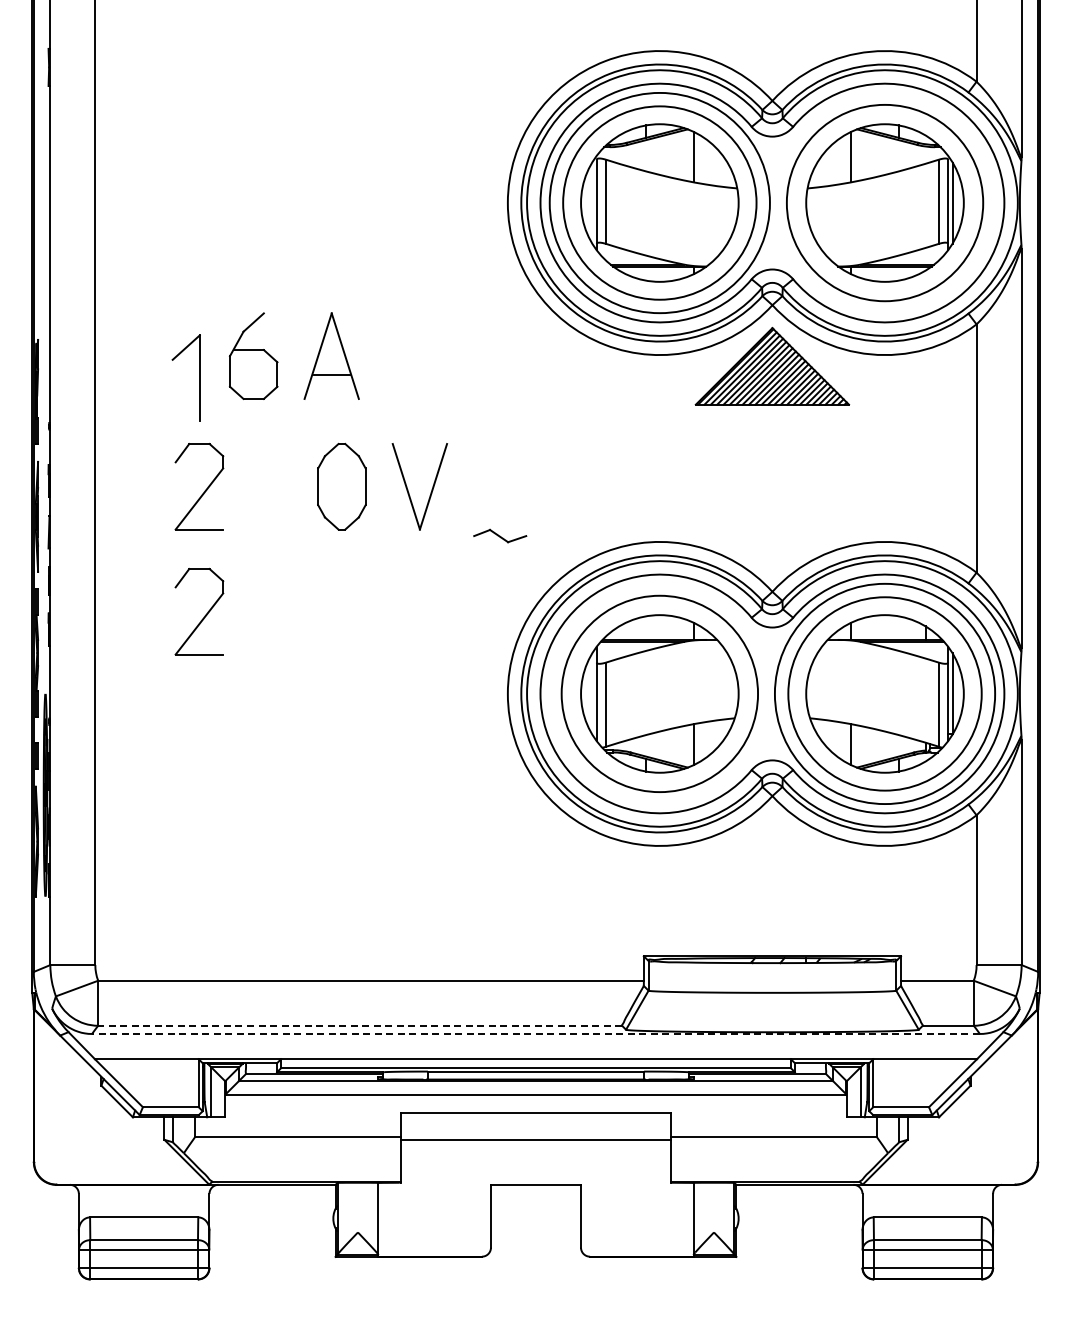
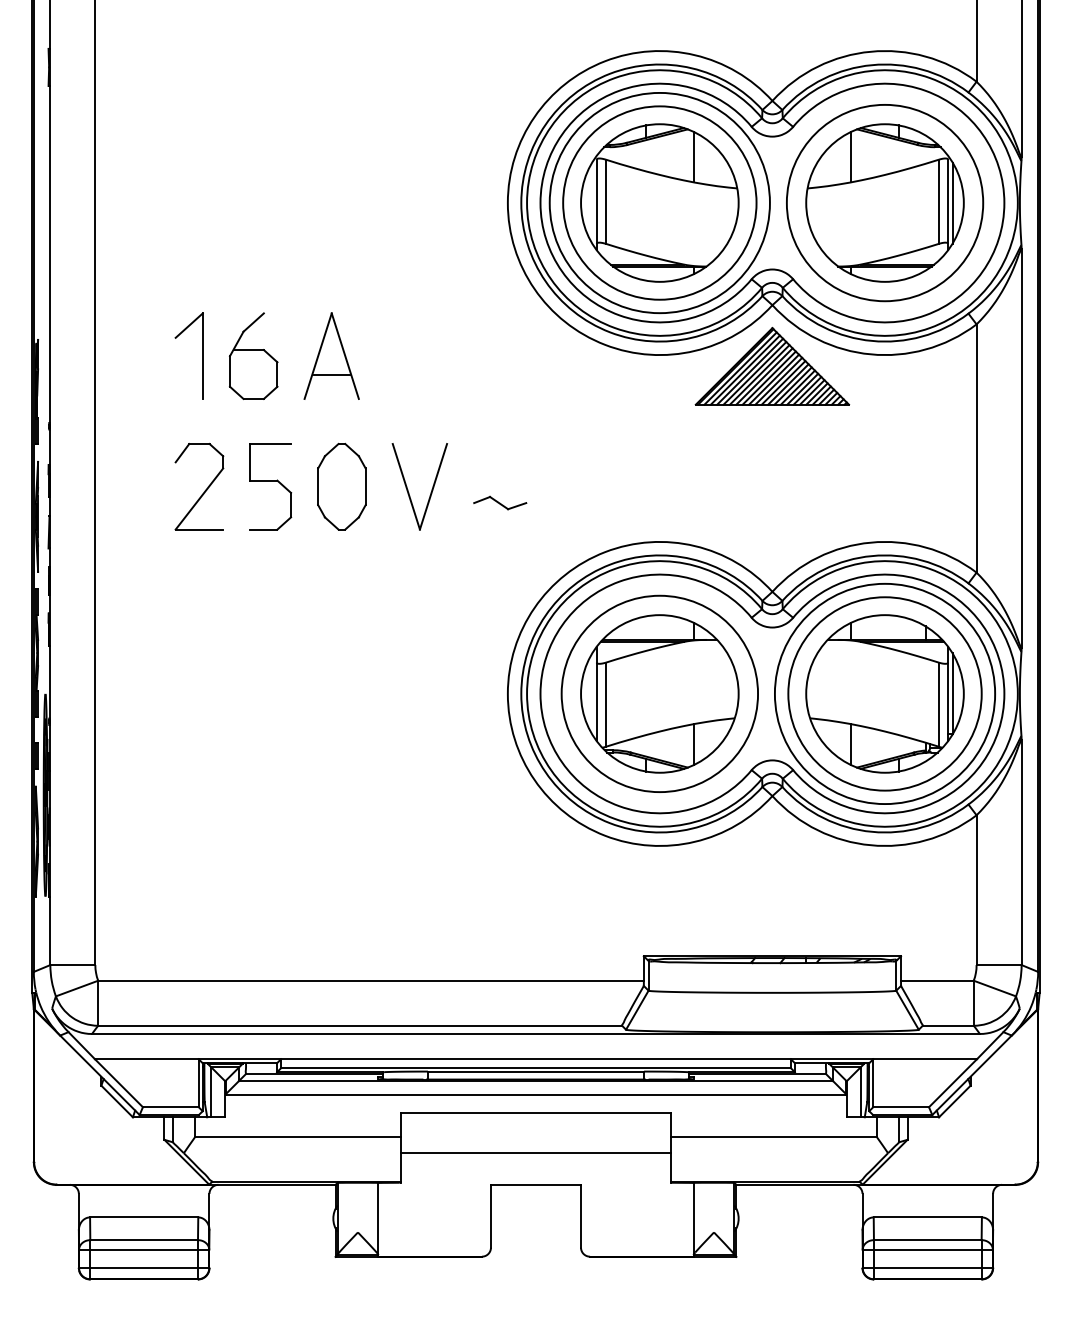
part at (199, 377) position: (199, 377) -> (202, 355)
part at (270, 486): none -> present
part at (500, 535) position: (500, 535) -> (500, 502)
part at (204, 615): present -> none
line at (360, 1025): dashed -> solid
line at (535, 1033): dashed -> solid
line at (535, 1140) position: (535, 1140) -> (535, 1153)
